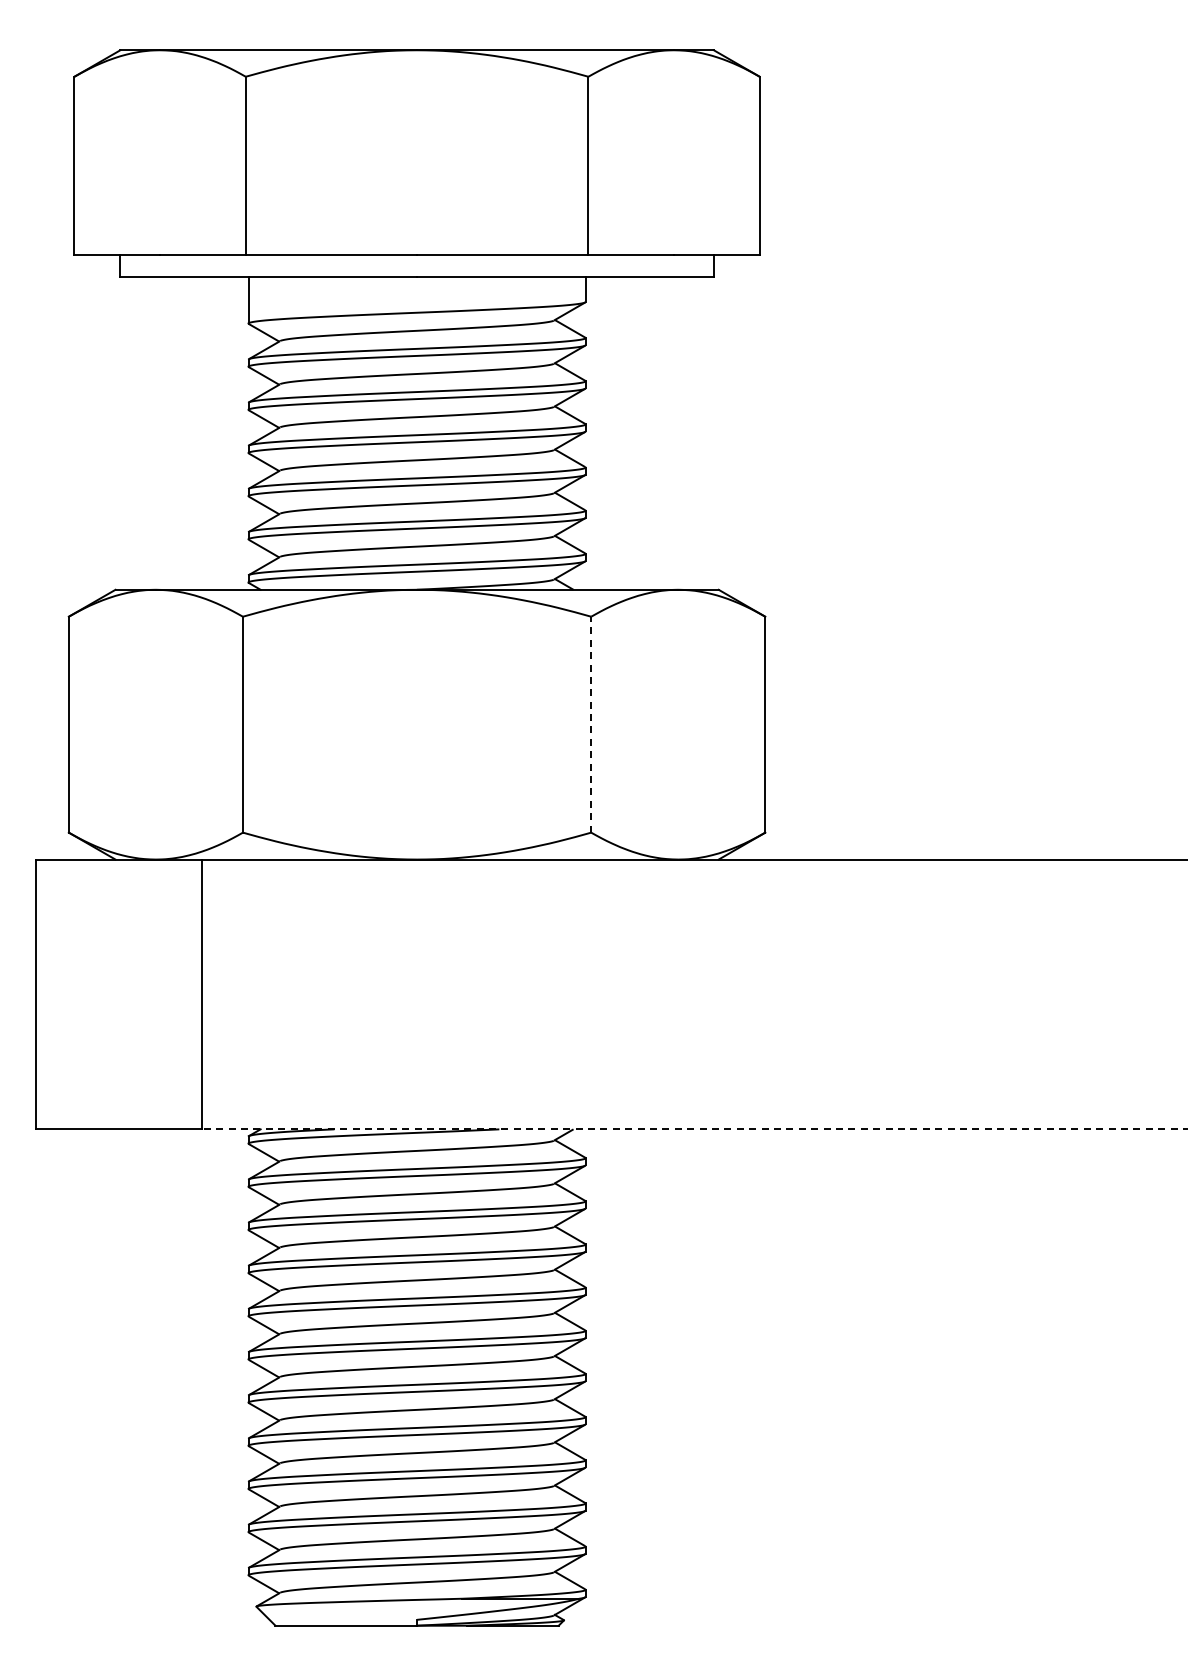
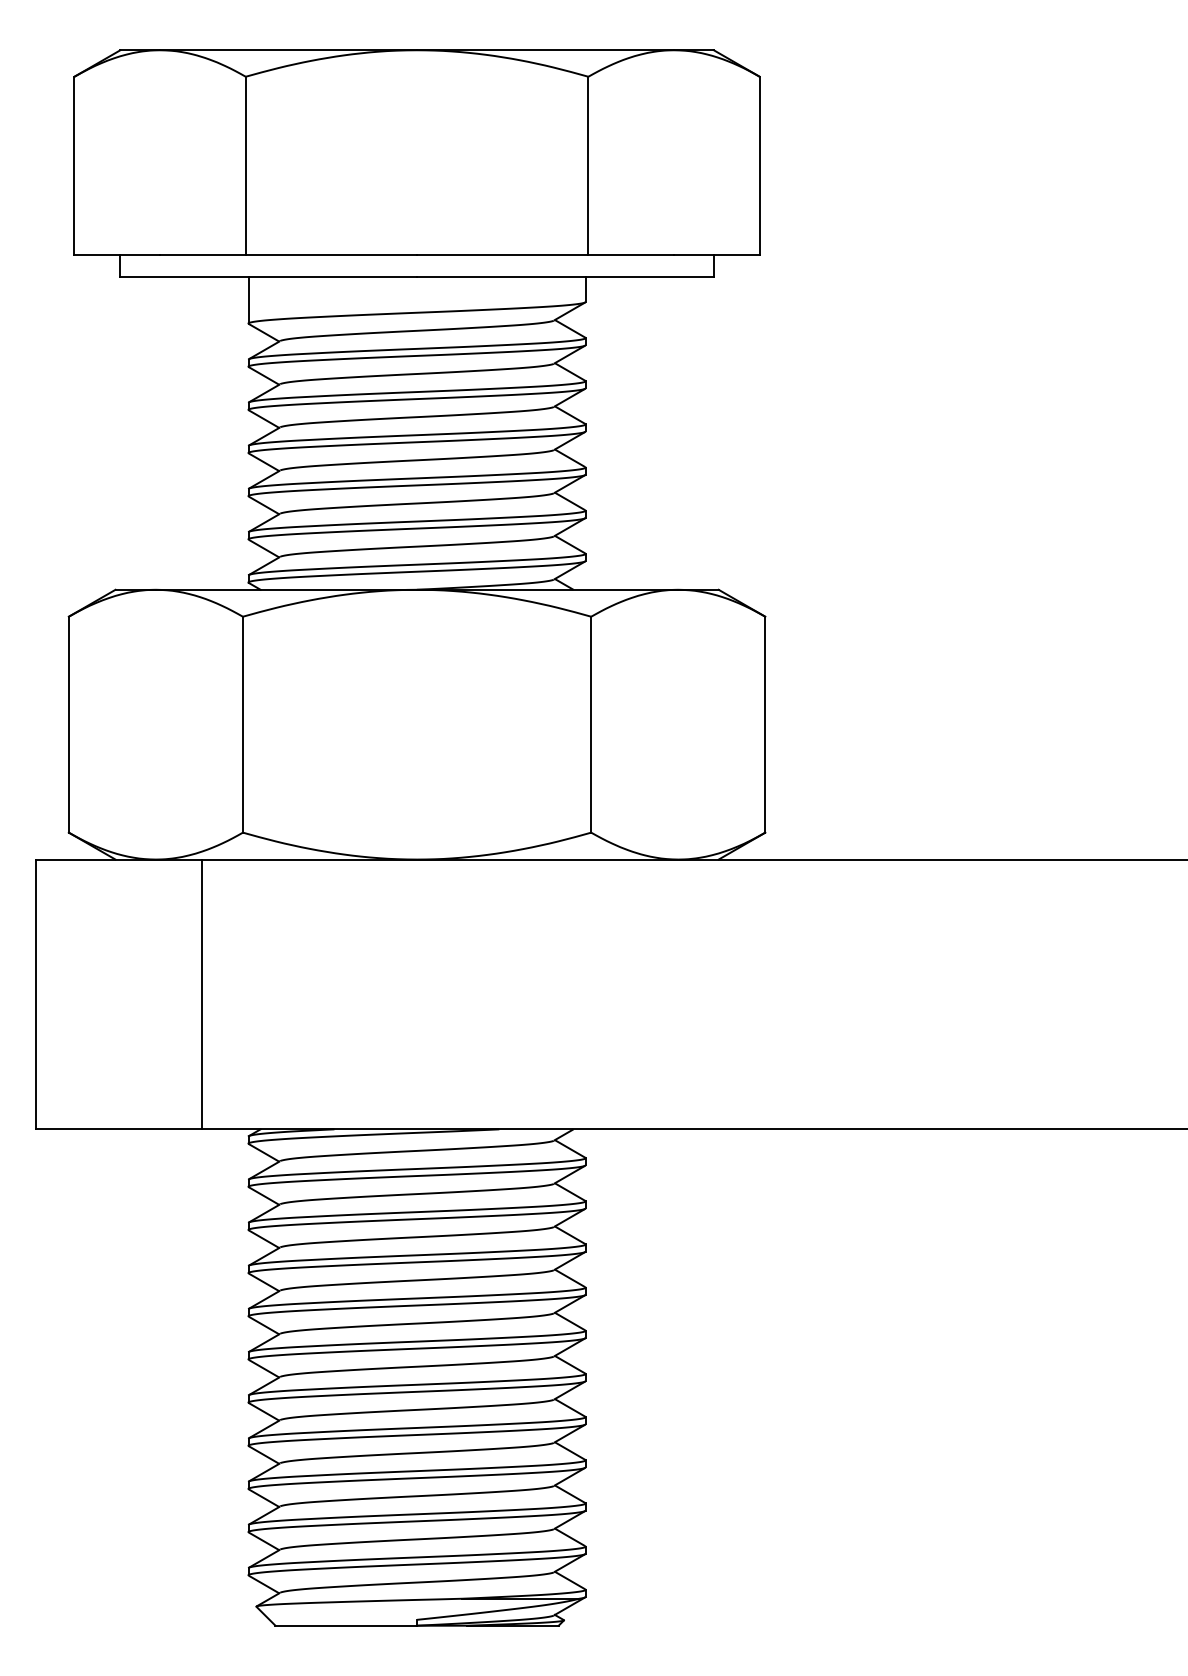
line at (591, 724): dashed -> solid
line at (695, 1129): dashed -> solid
